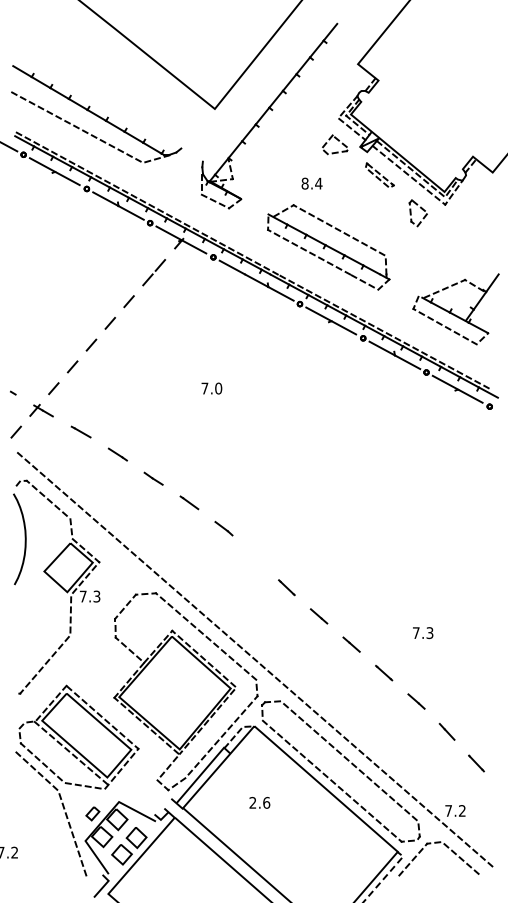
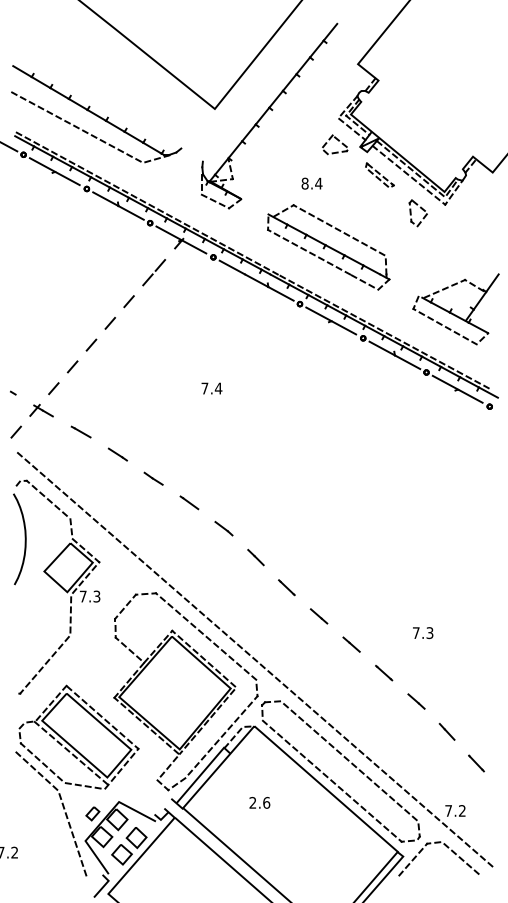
text at (218, 388): 7.0 -> 7.4
line at (255, 557): none -> present
line at (386, 876): dashed -> solid
